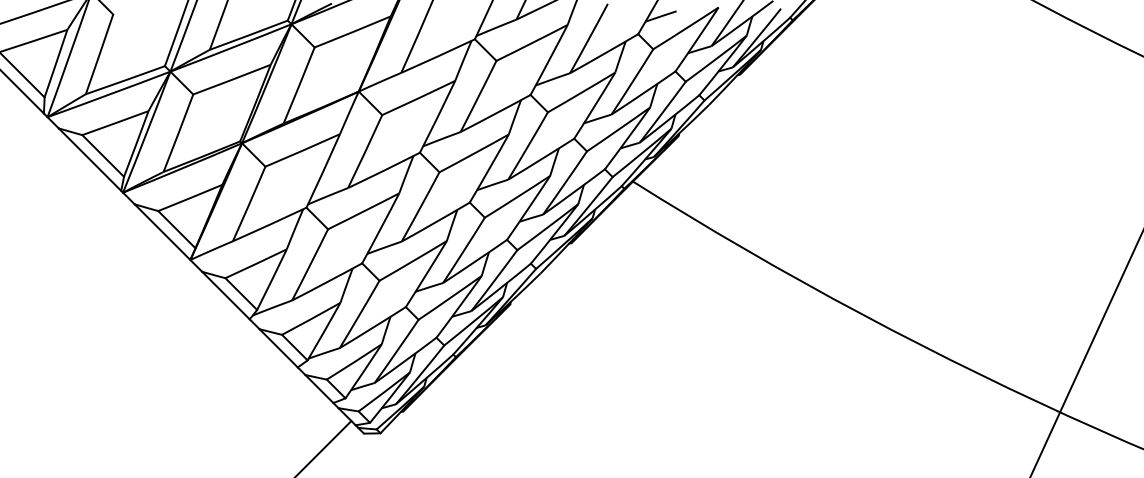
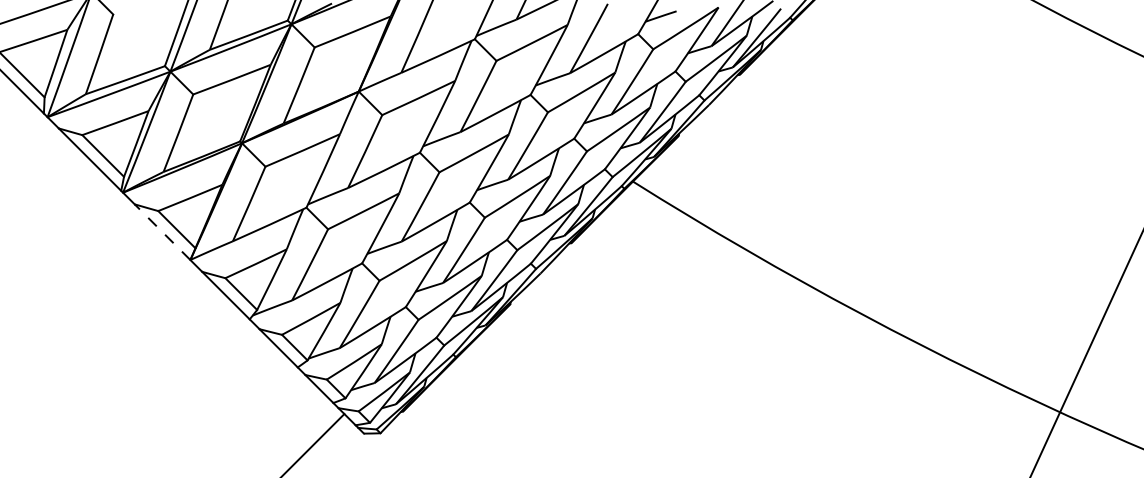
line at (162, 231): solid -> dashed
line at (324, 447) position: (324, 447) -> (314, 444)
